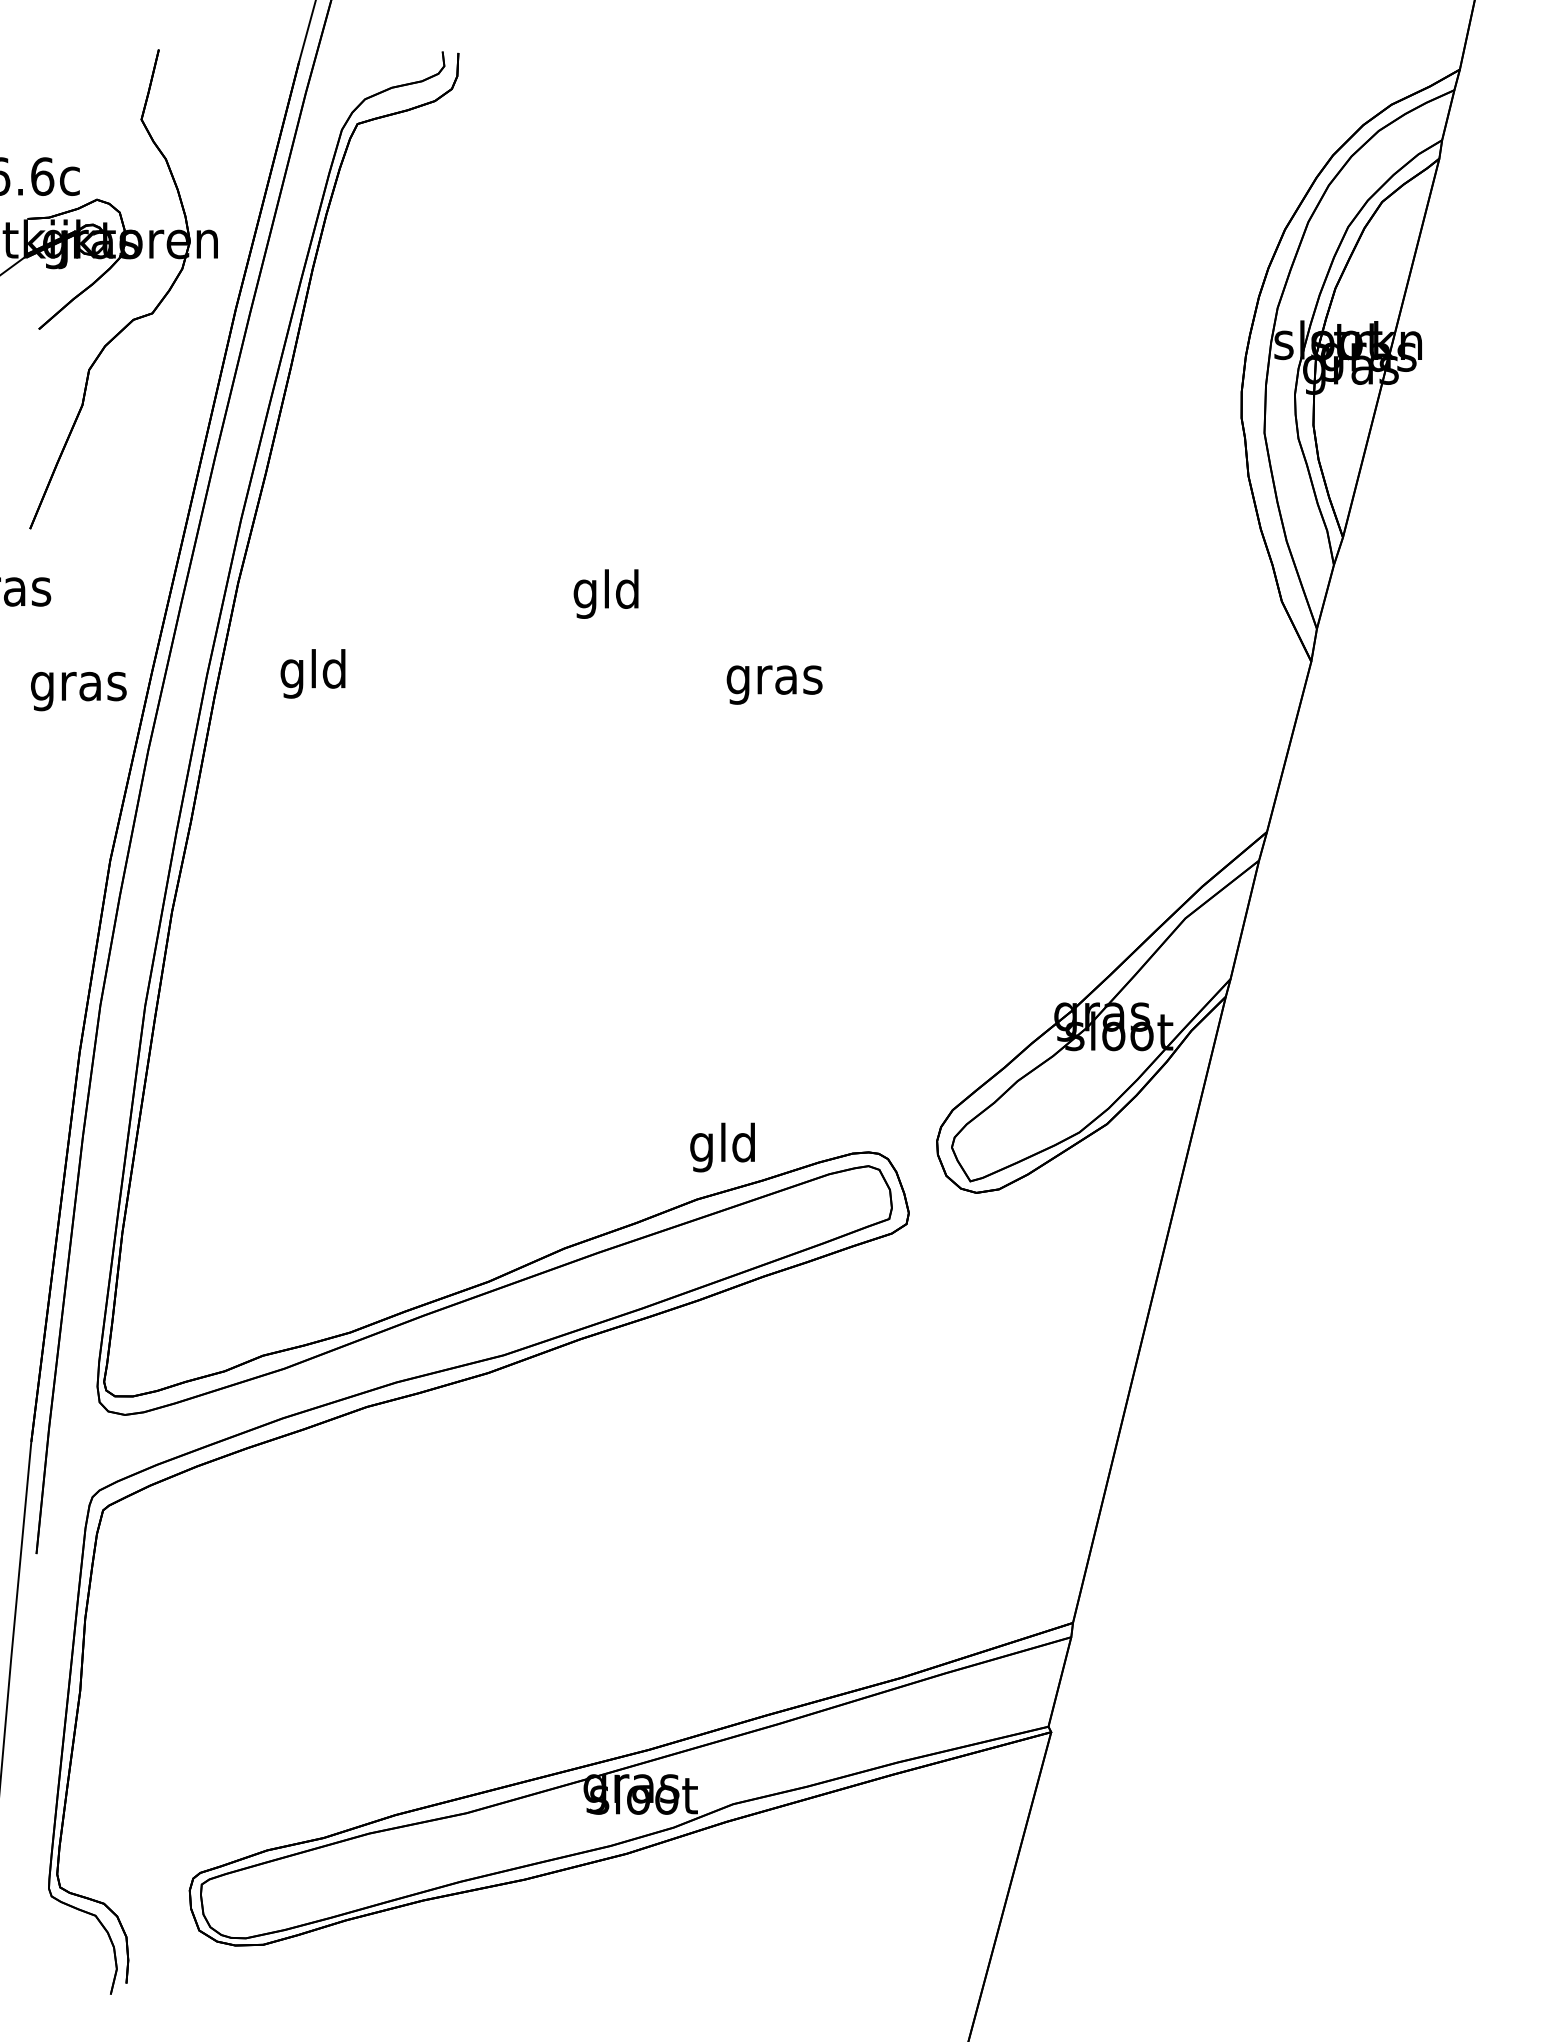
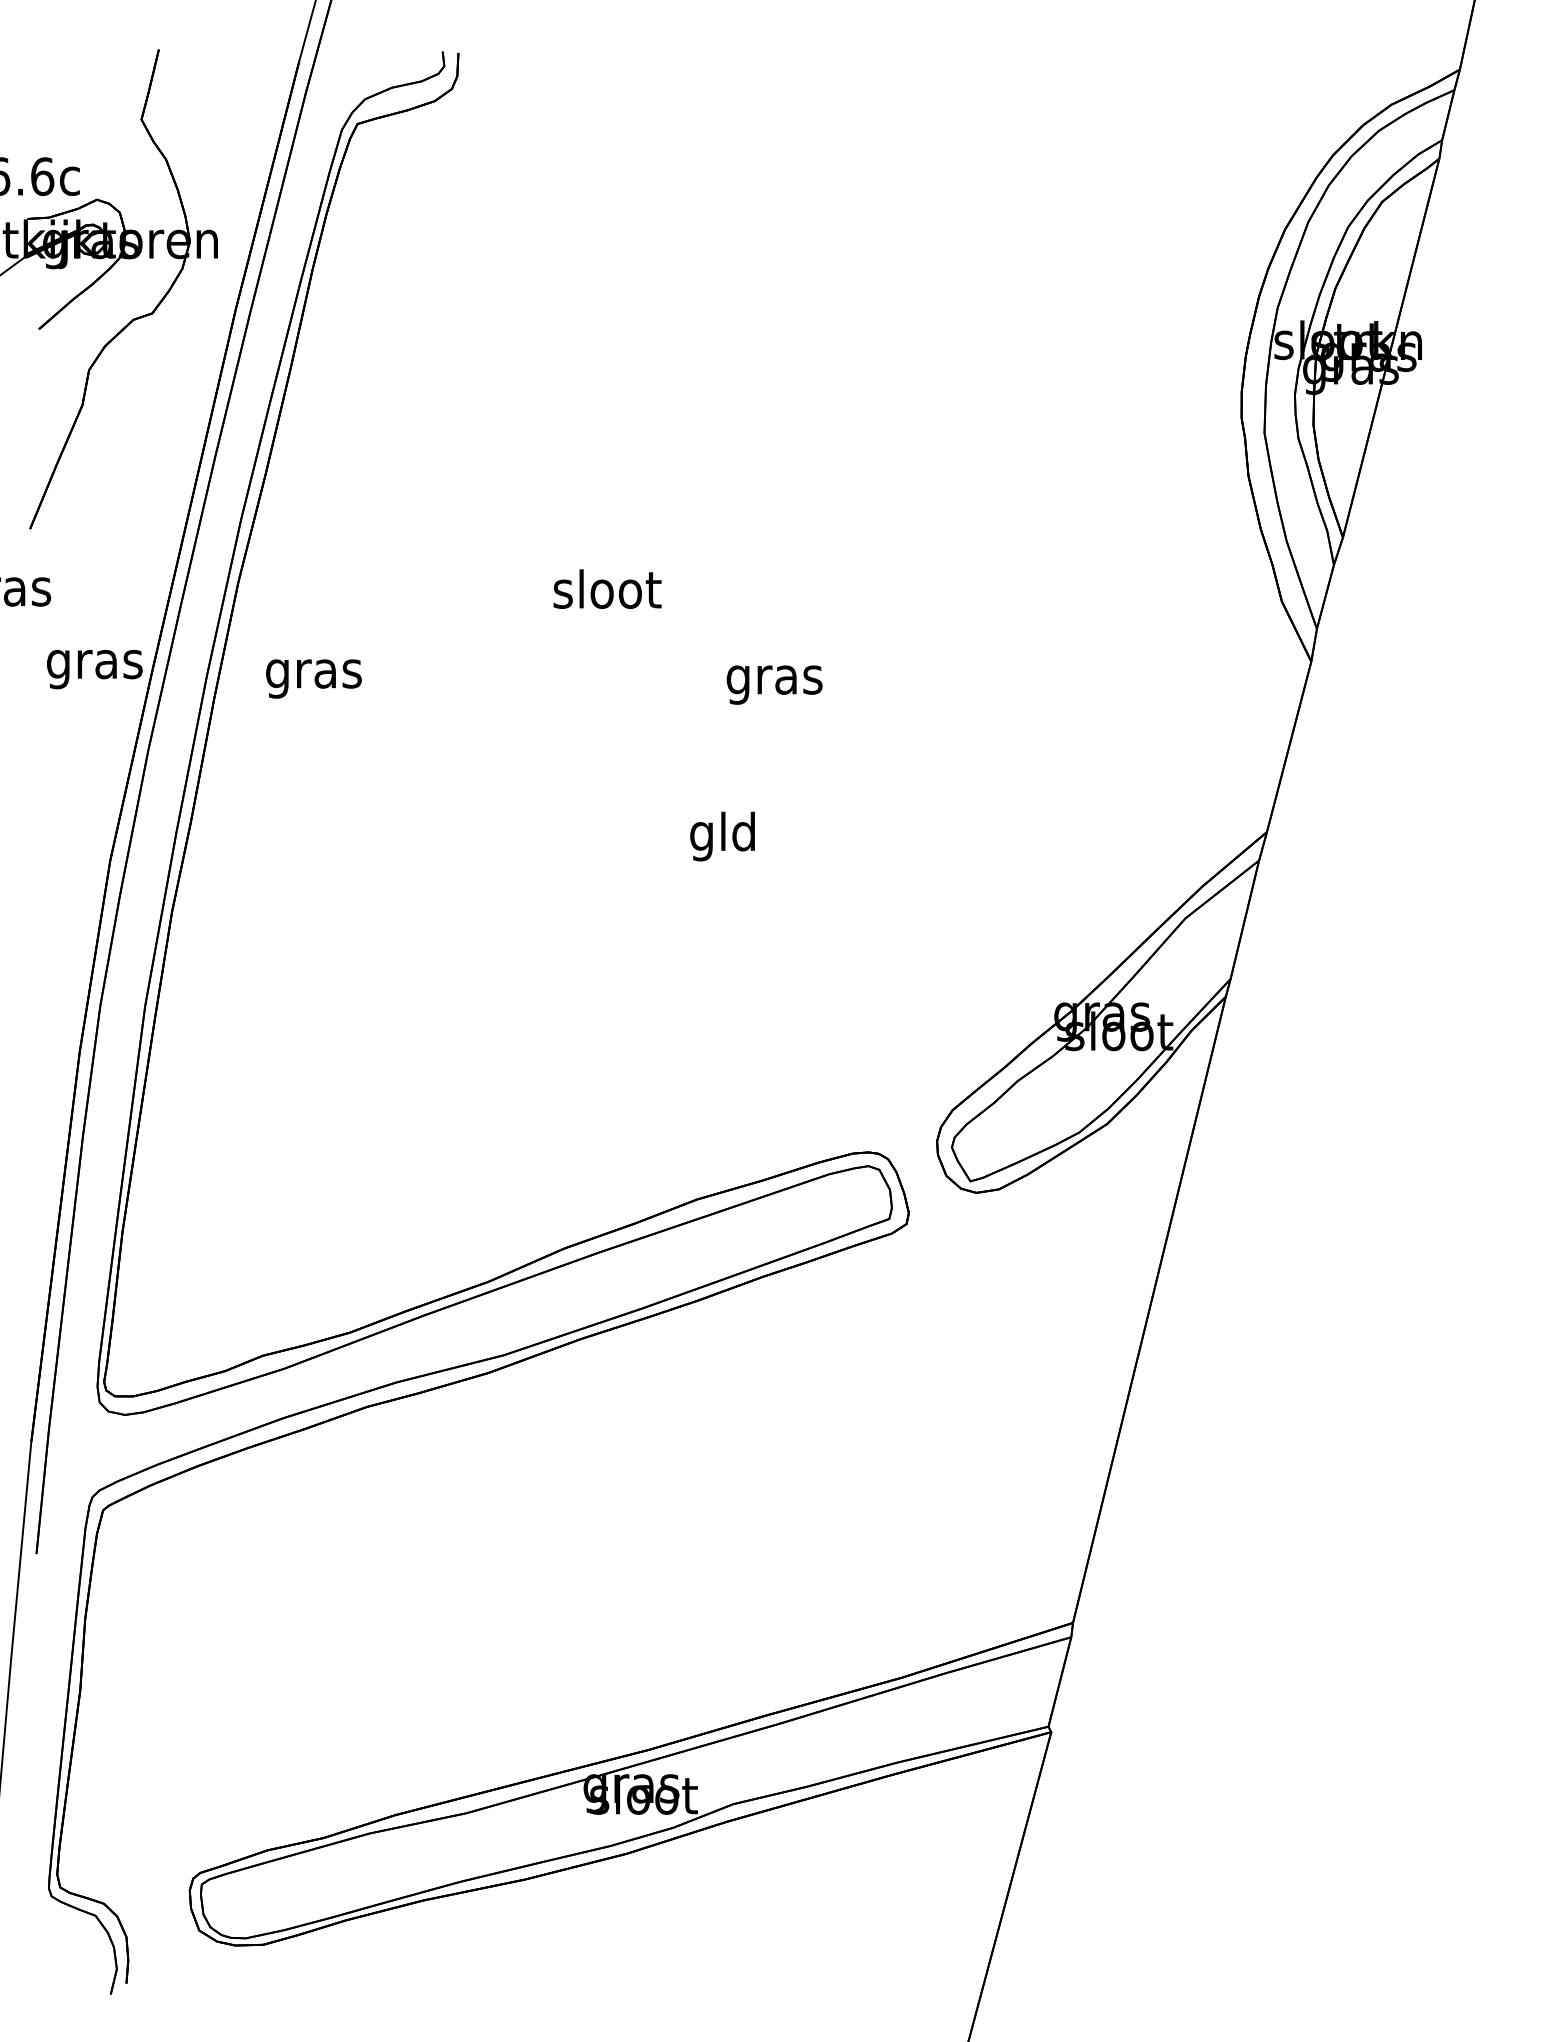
text at (607, 593): gld -> sloot
text at (313, 673): gld -> gras
text at (78, 691) position: (78, 691) -> (94, 669)
text at (722, 1147) position: (722, 1147) -> (722, 836)
